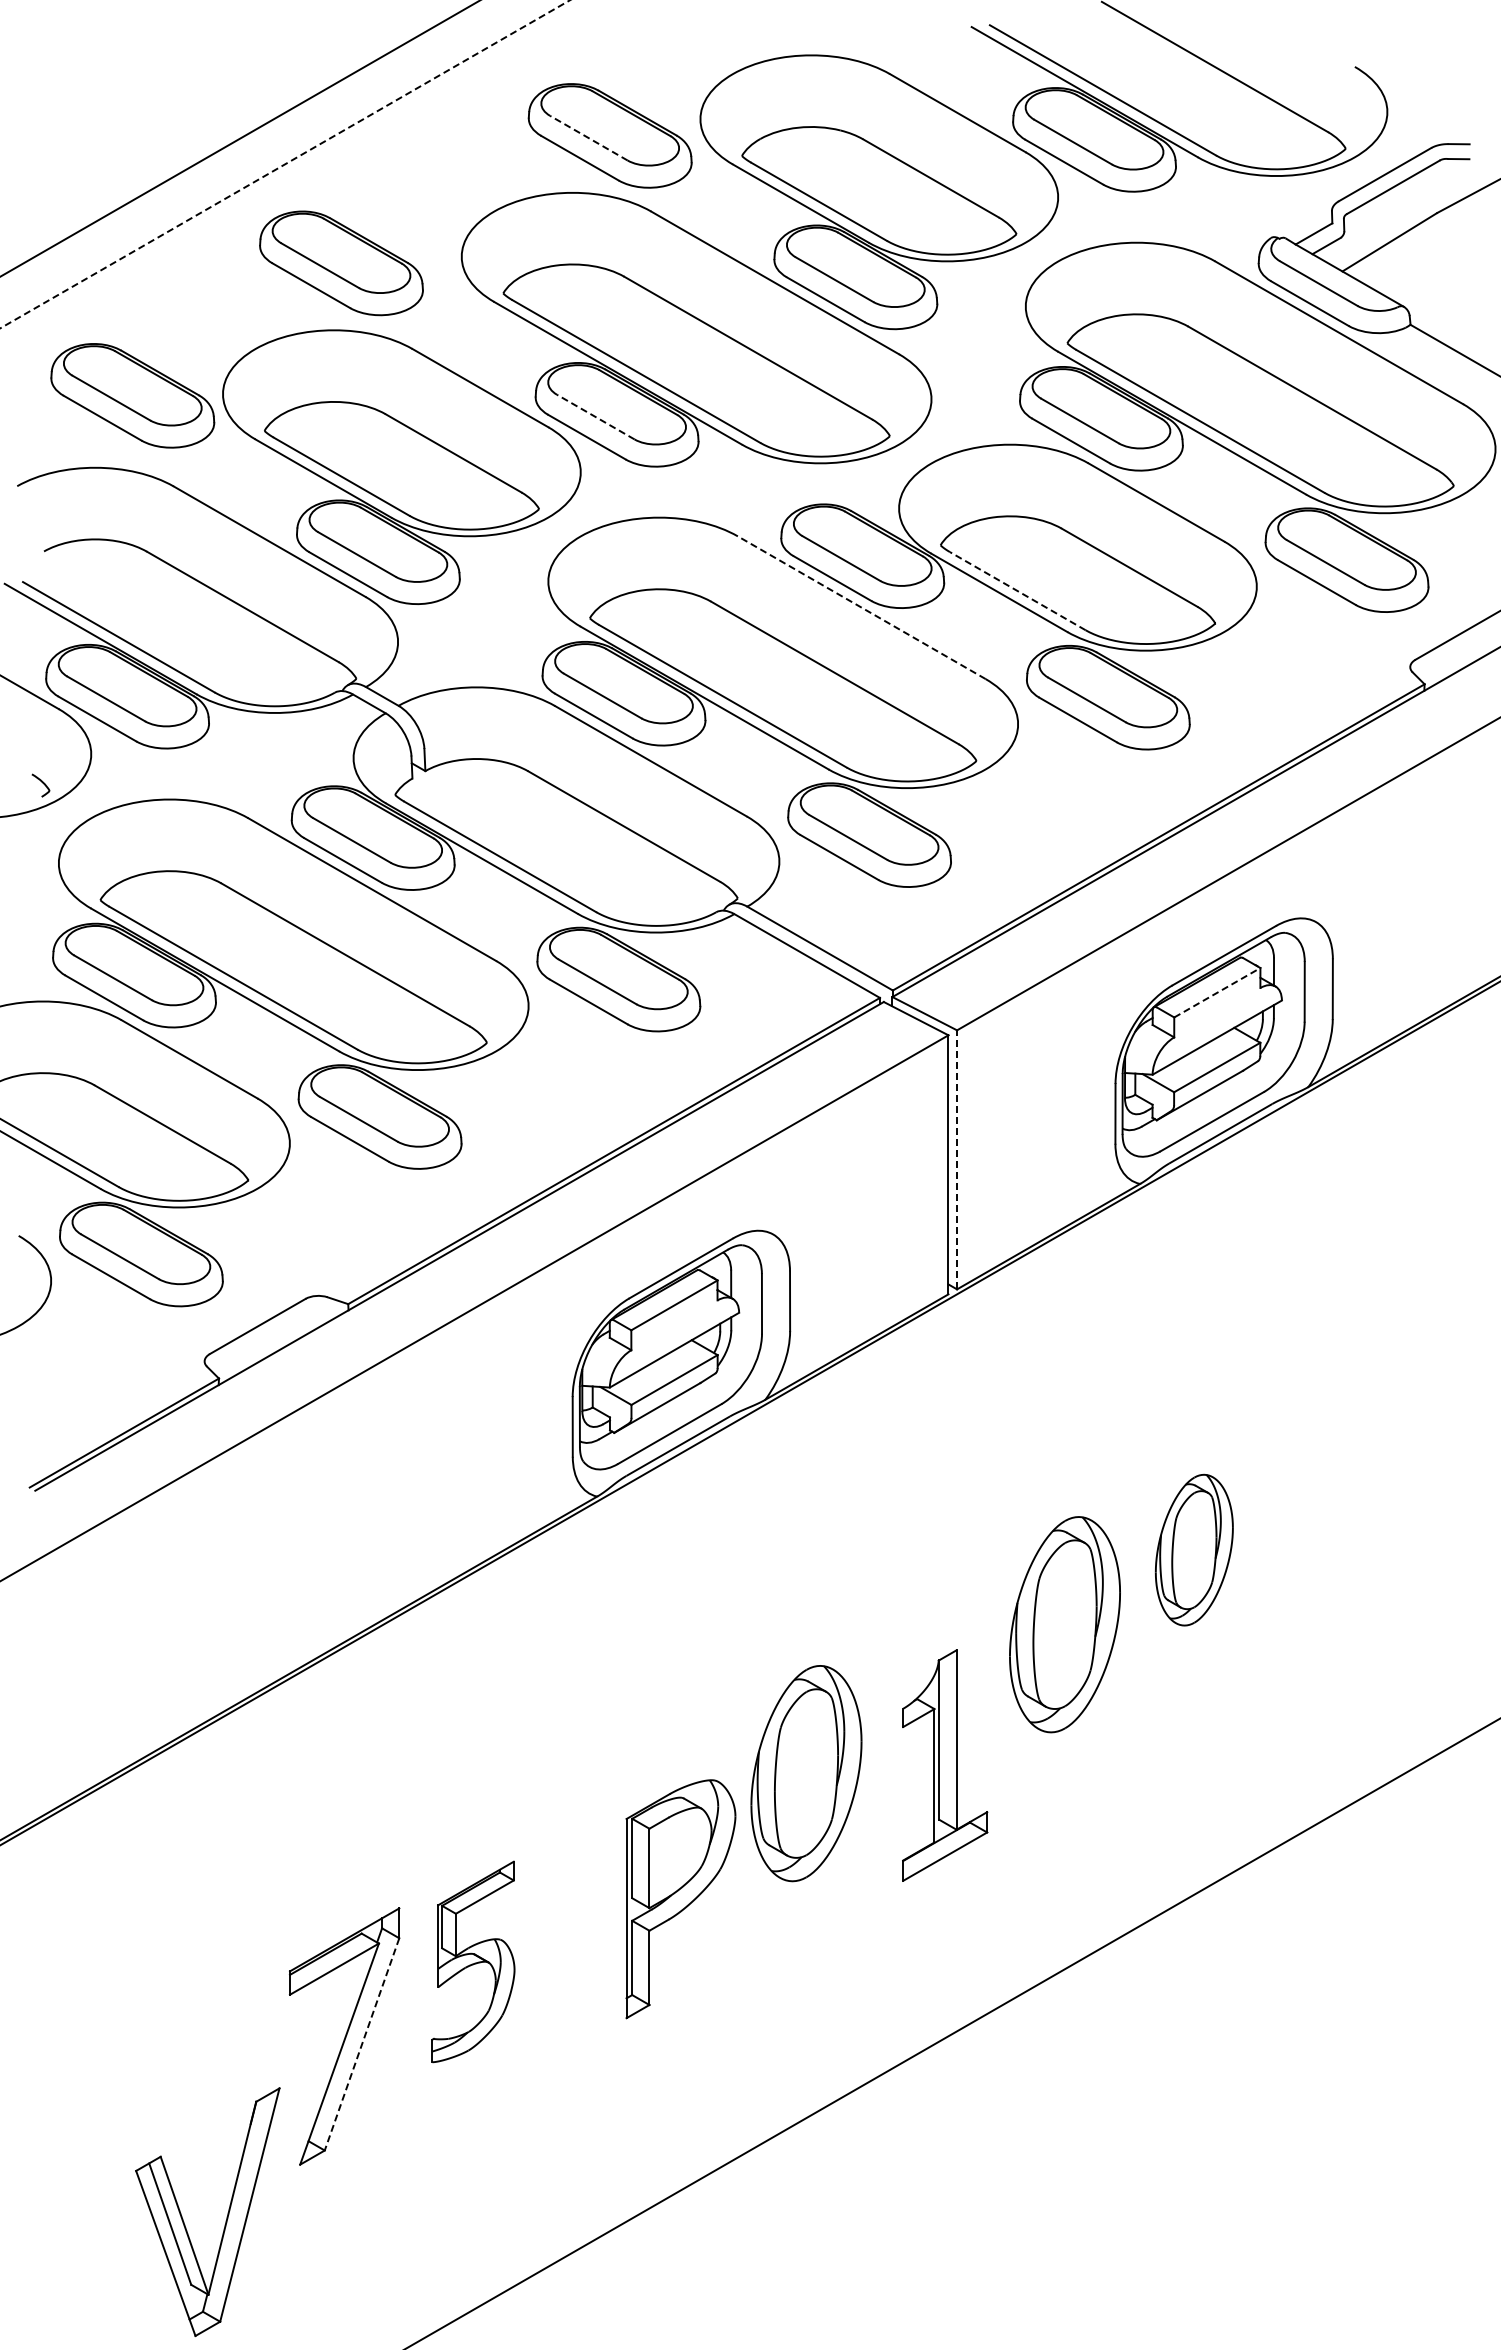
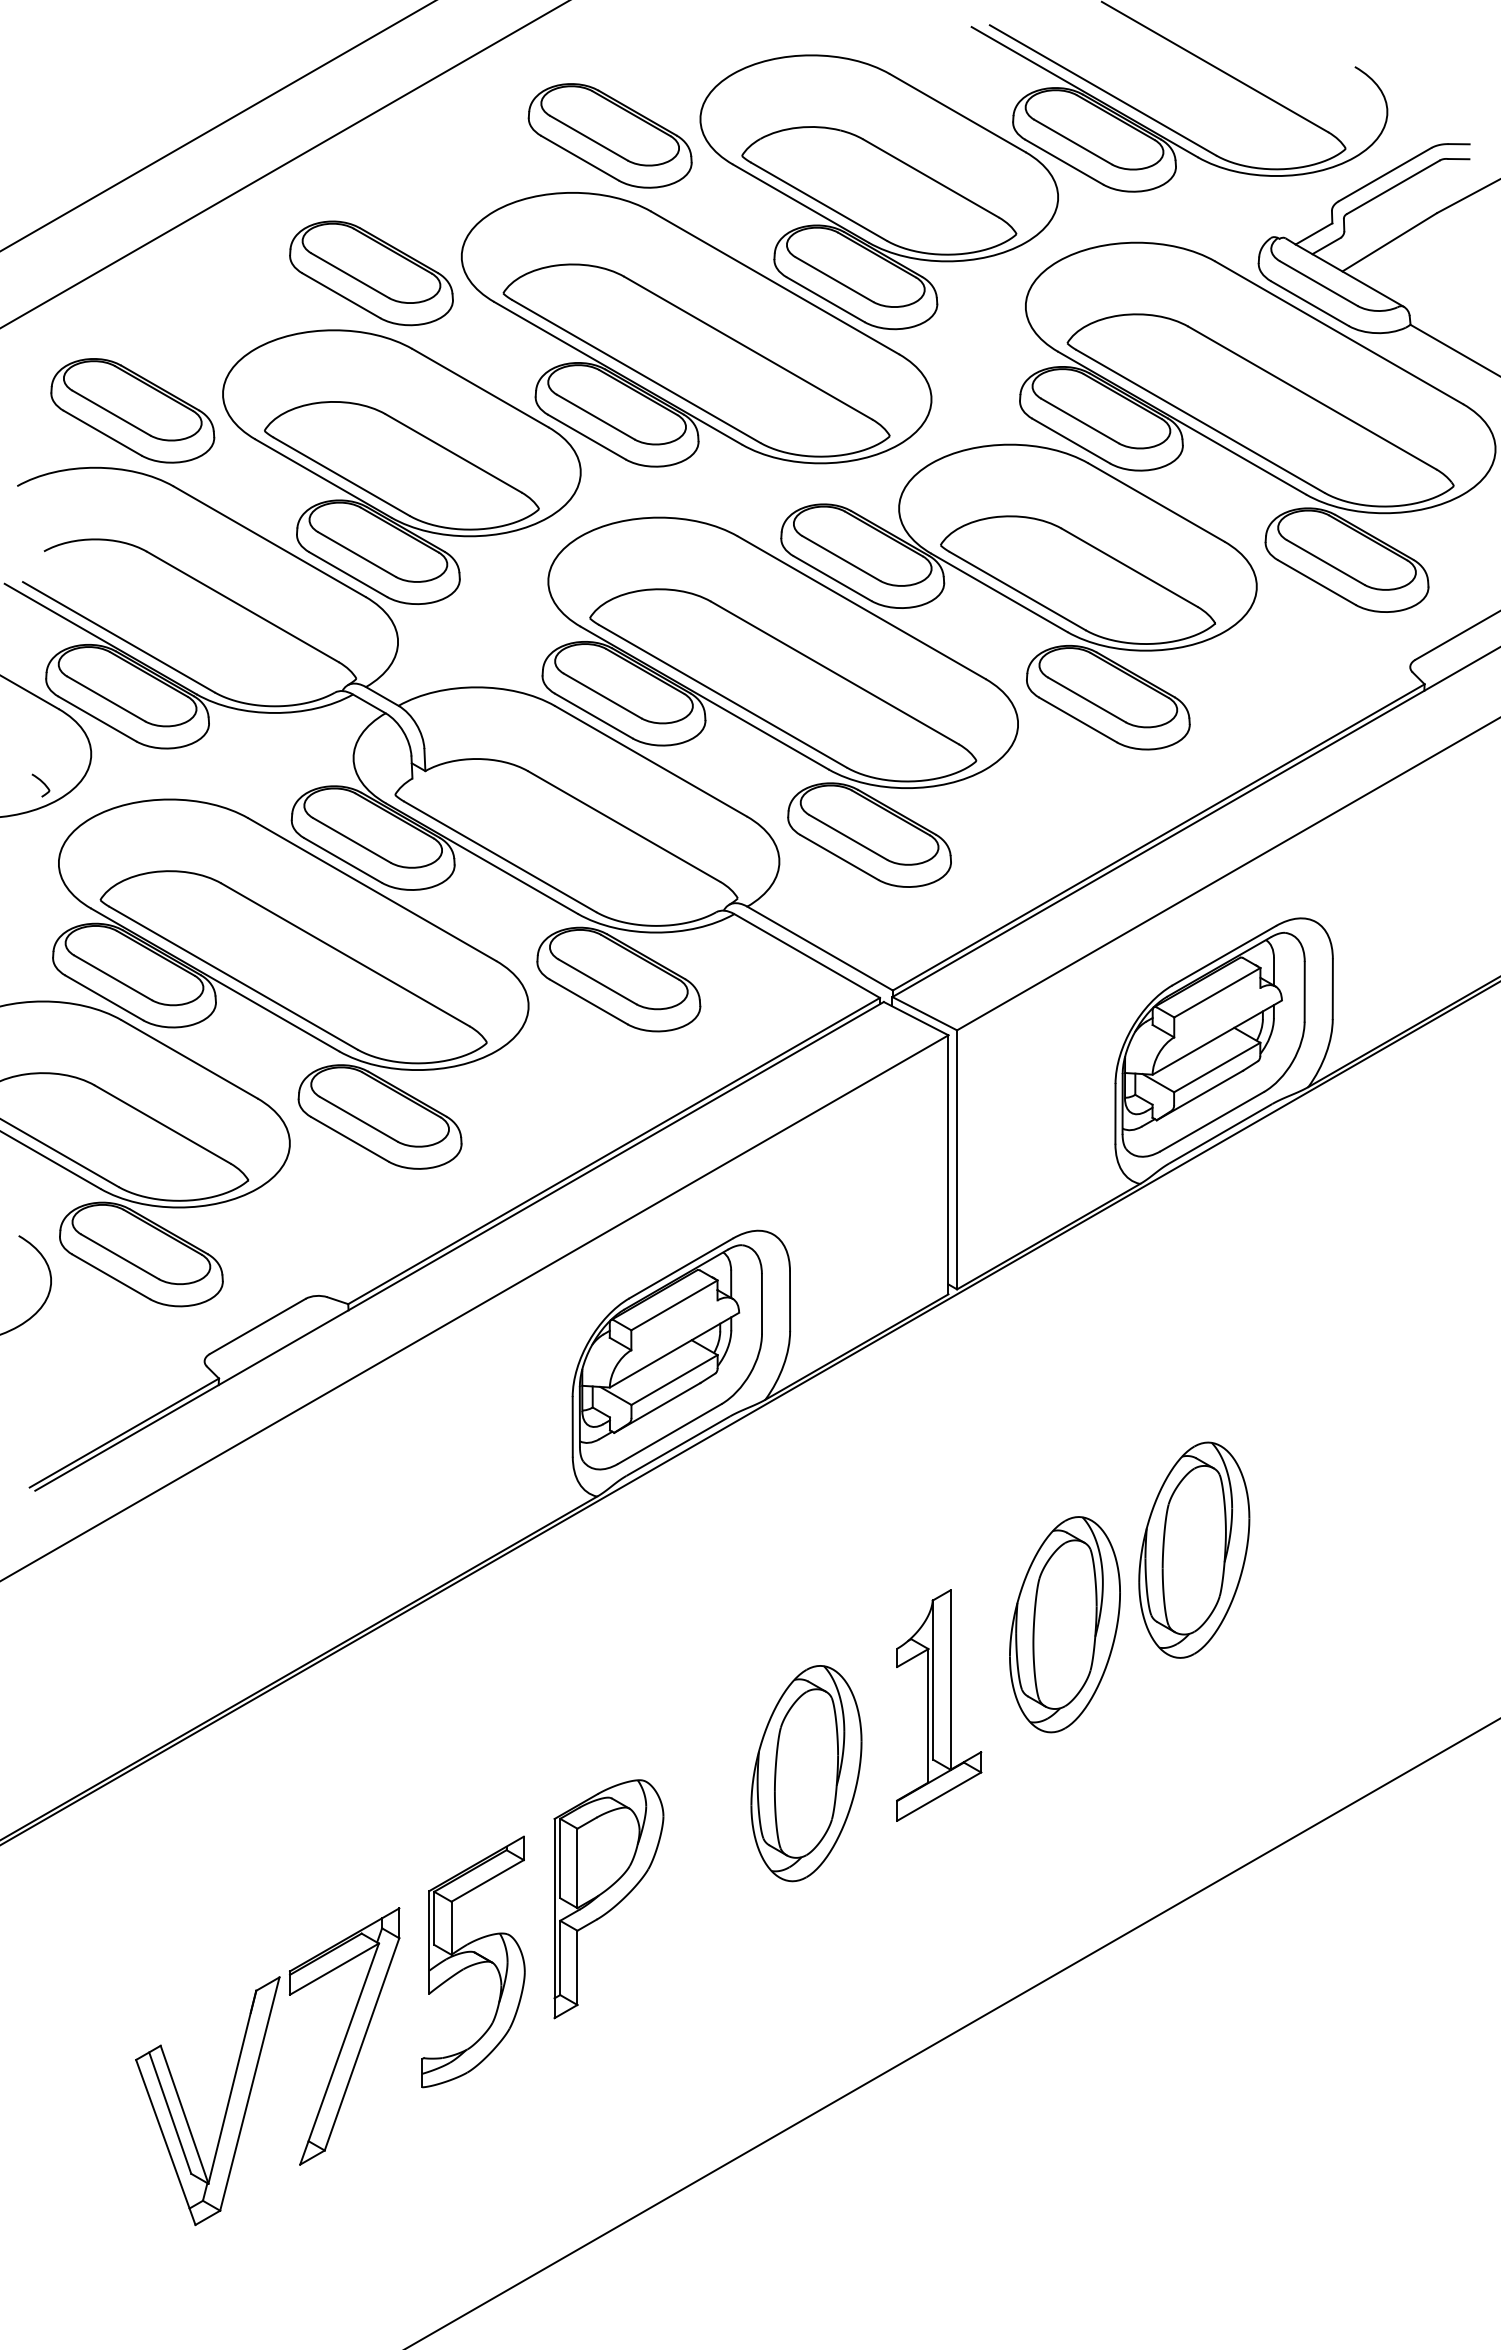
line at (239, 138) position: (239, 138) -> (217, 126)
line at (588, 138): dashed -> solid
line at (285, 164): dashed -> solid
part at (341, 263) position: (341, 263) -> (371, 273)
part at (132, 395) position: (132, 395) -> (132, 410)
line at (595, 417): dashed -> solid
line at (1017, 590): dashed -> solid
line at (861, 607): dashed -> solid
line at (1217, 992): dashed -> solid
line at (957, 1159): dashed -> solid
part at (1193, 1549) size: 80x154 px -> 113x218 px
part at (945, 1765) position: (945, 1765) -> (939, 1705)
part at (680, 1899) position: (680, 1899) -> (608, 1899)
part at (473, 1961) size: 85x204 px -> 105x254 px
line at (361, 2044): dashed -> solid
part at (226, 2216) position: (226, 2216) -> (226, 2105)
